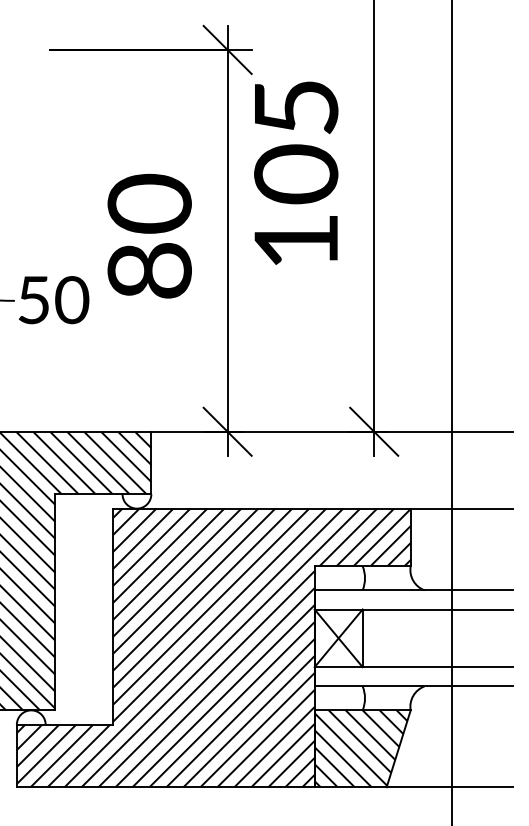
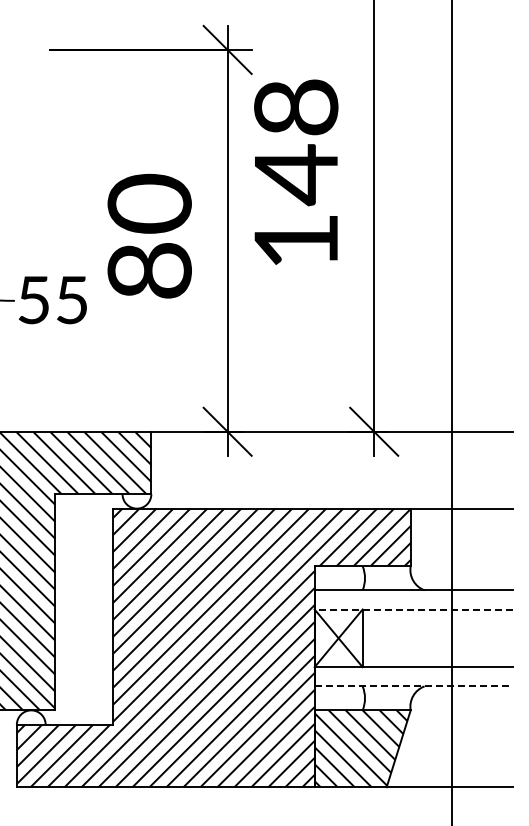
text at (296, 142): 105 -> 148
text at (72, 300): 50 -> 55
line at (413, 609): solid -> dashed
line at (414, 686): solid -> dashed
